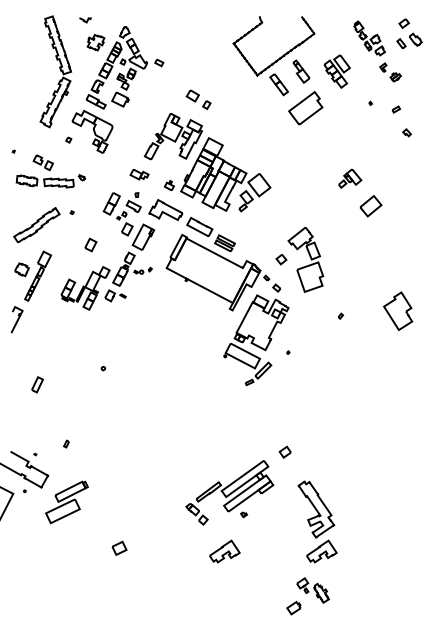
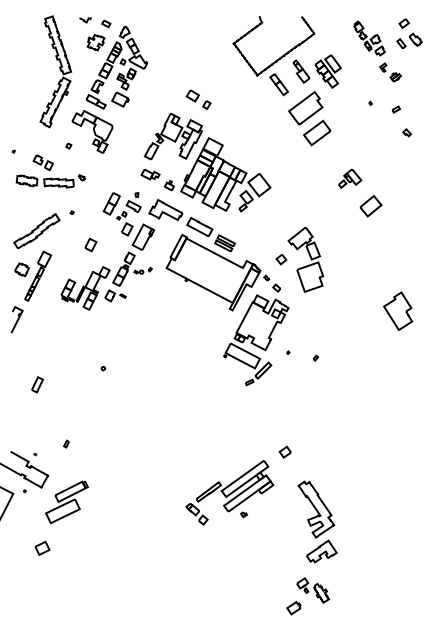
part at (159, 62) position: (159, 62) -> (106, 23)
part at (336, 71) position: (336, 71) -> (327, 71)
part at (317, 132): none -> present
part at (68, 139) position: (68, 139) -> (68, 145)
part at (139, 174) position: (139, 174) -> (150, 174)
part at (36, 225) position: (36, 225) -> (36, 231)
part at (341, 315) position: (341, 315) -> (316, 357)
part at (119, 547) position: (119, 547) -> (42, 547)
part at (224, 551): present -> none
